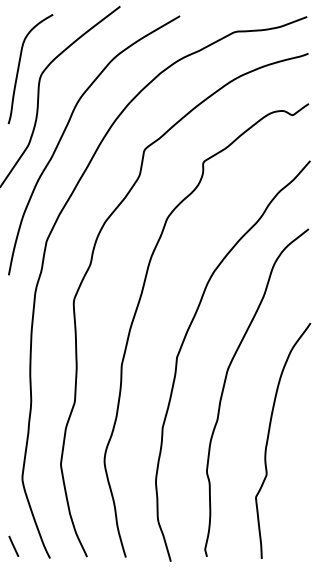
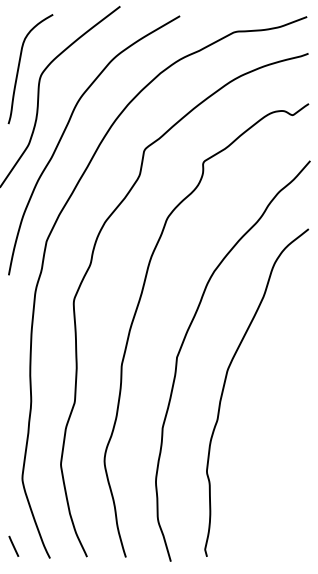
curve at (269, 435): present -> none
